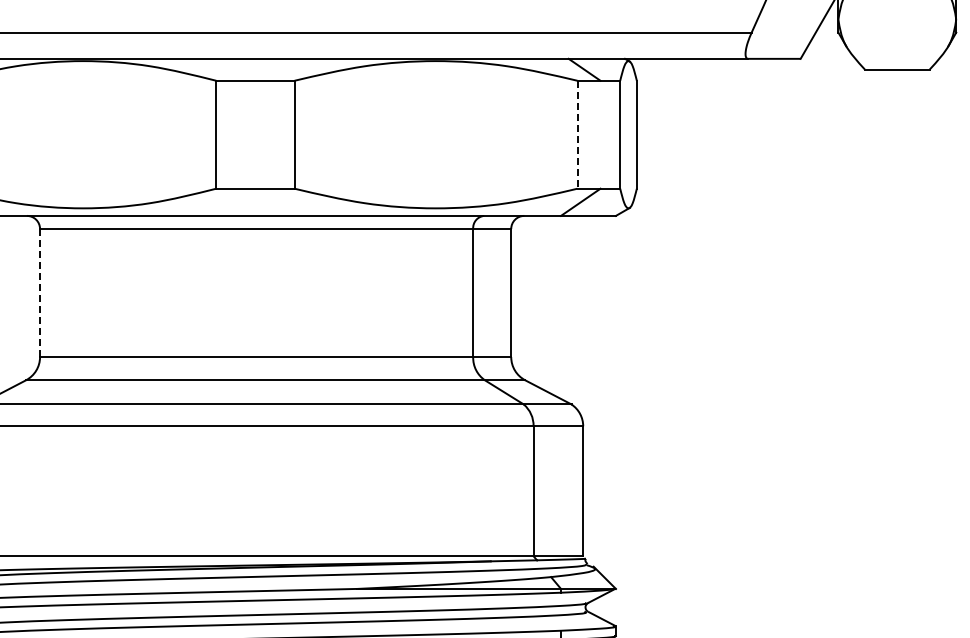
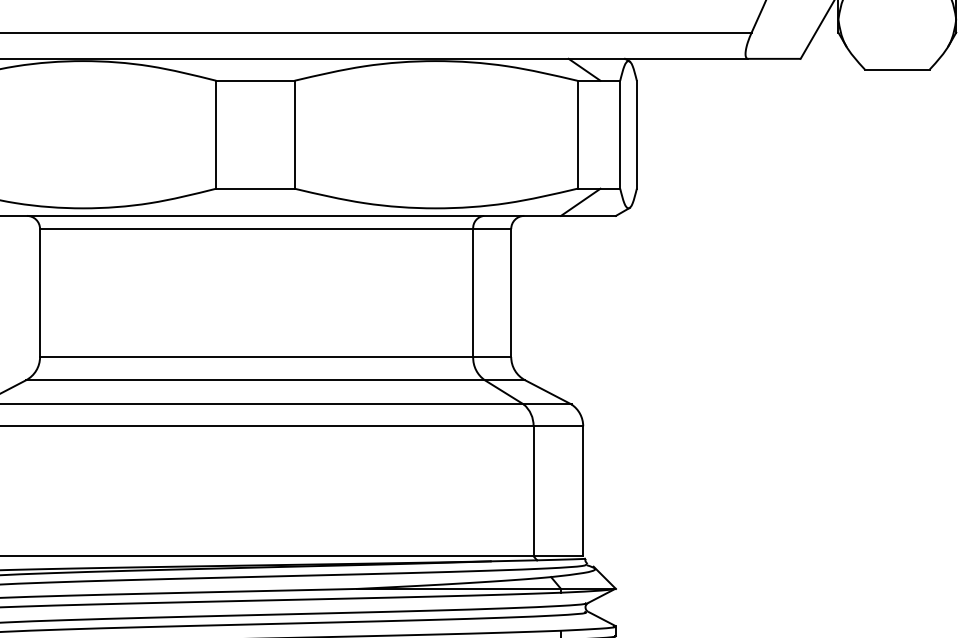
line at (577, 134): dashed -> solid
line at (40, 293): dashed -> solid
